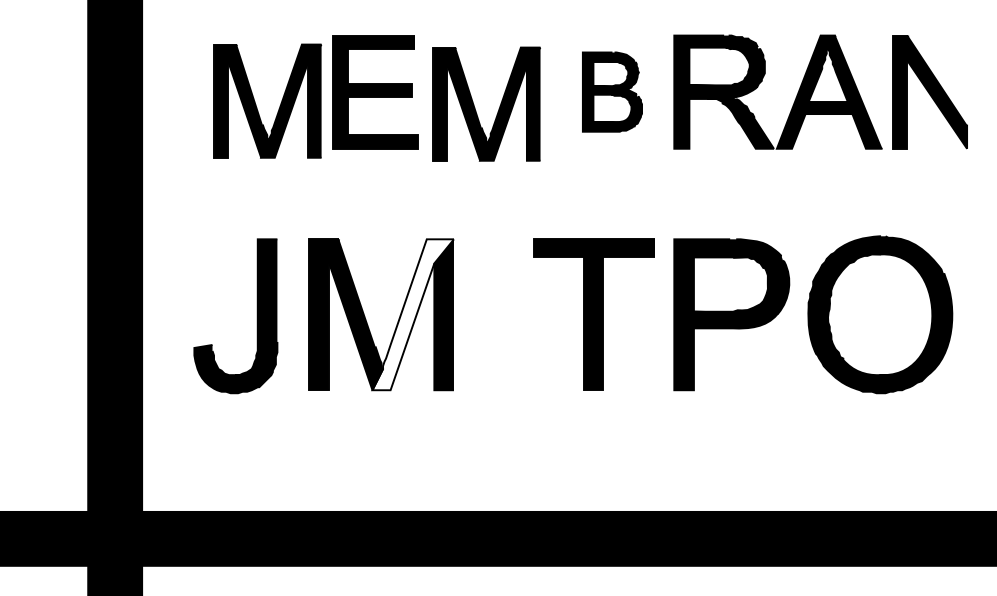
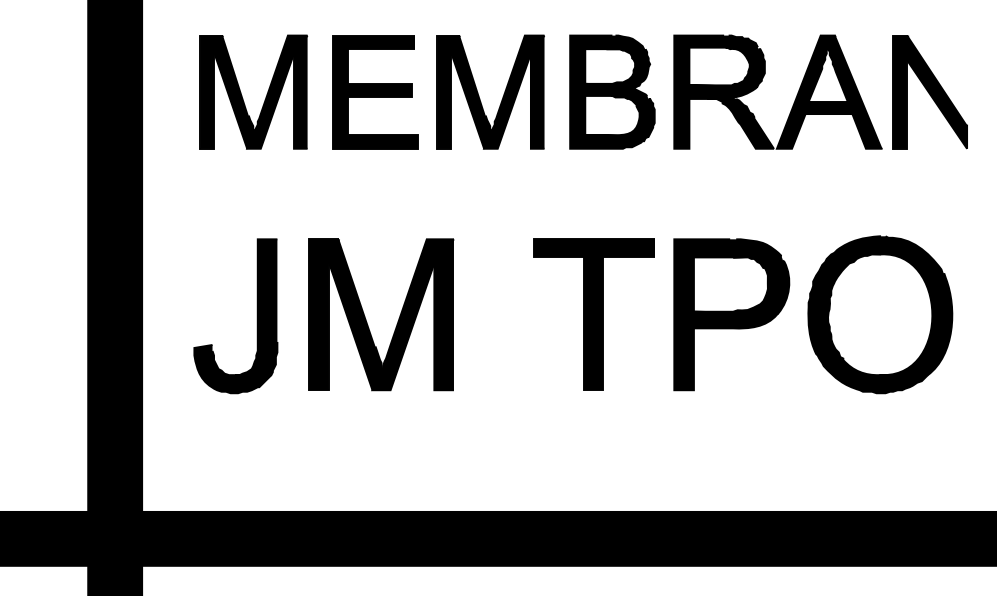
part at (612, 91) size: 61x82 px -> 87x116 px
part at (256, 104) position: (256, 104) -> (242, 95)
part at (475, 107) position: (475, 107) -> (479, 95)
fill at (412, 314): none -> present
